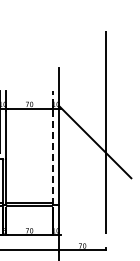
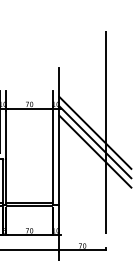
line at (95, 132): none -> present
line at (52, 148): dashed -> solid
line at (95, 151): none -> present
